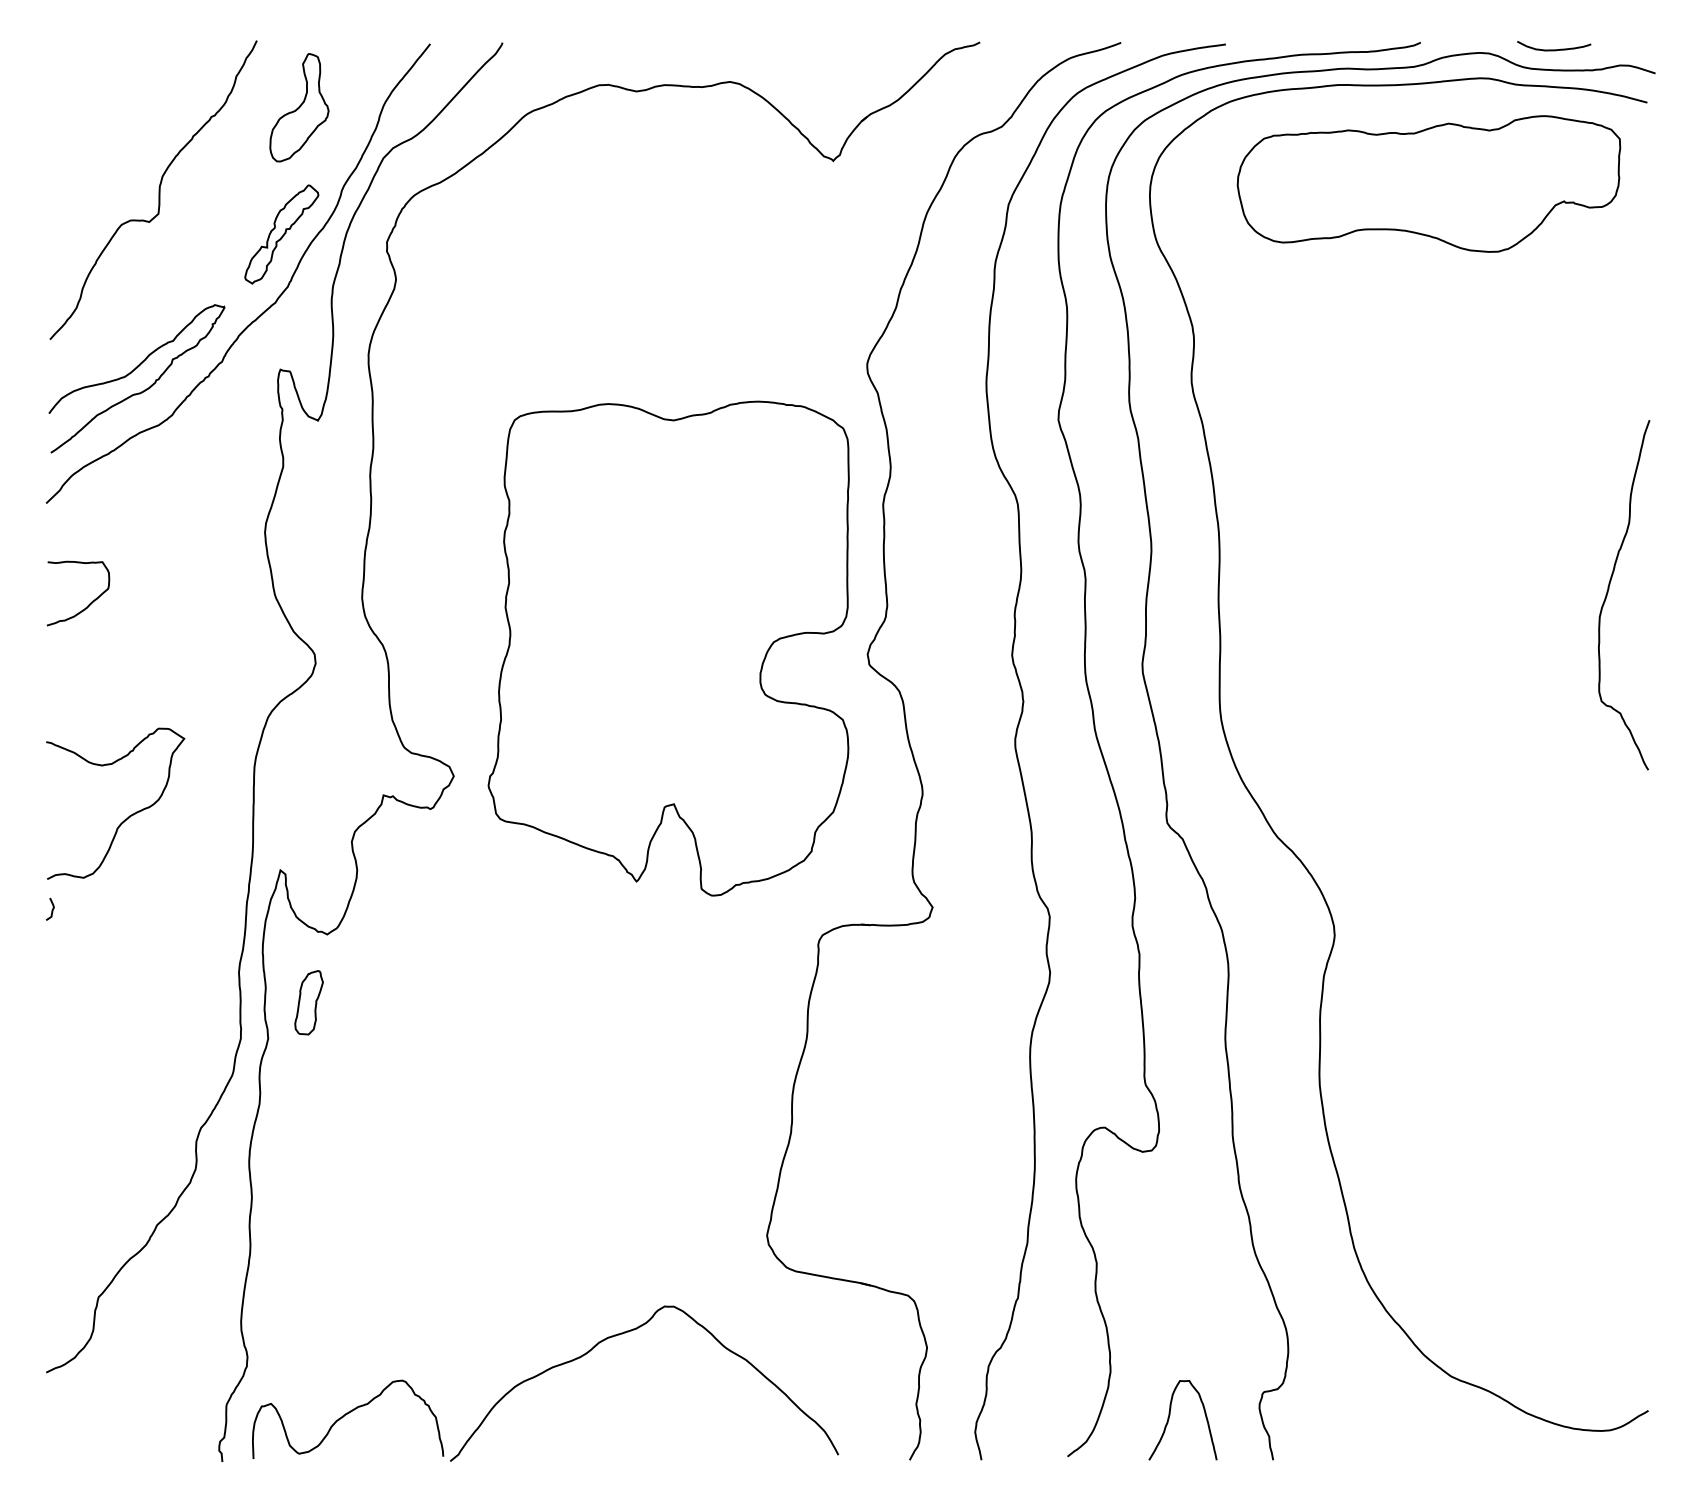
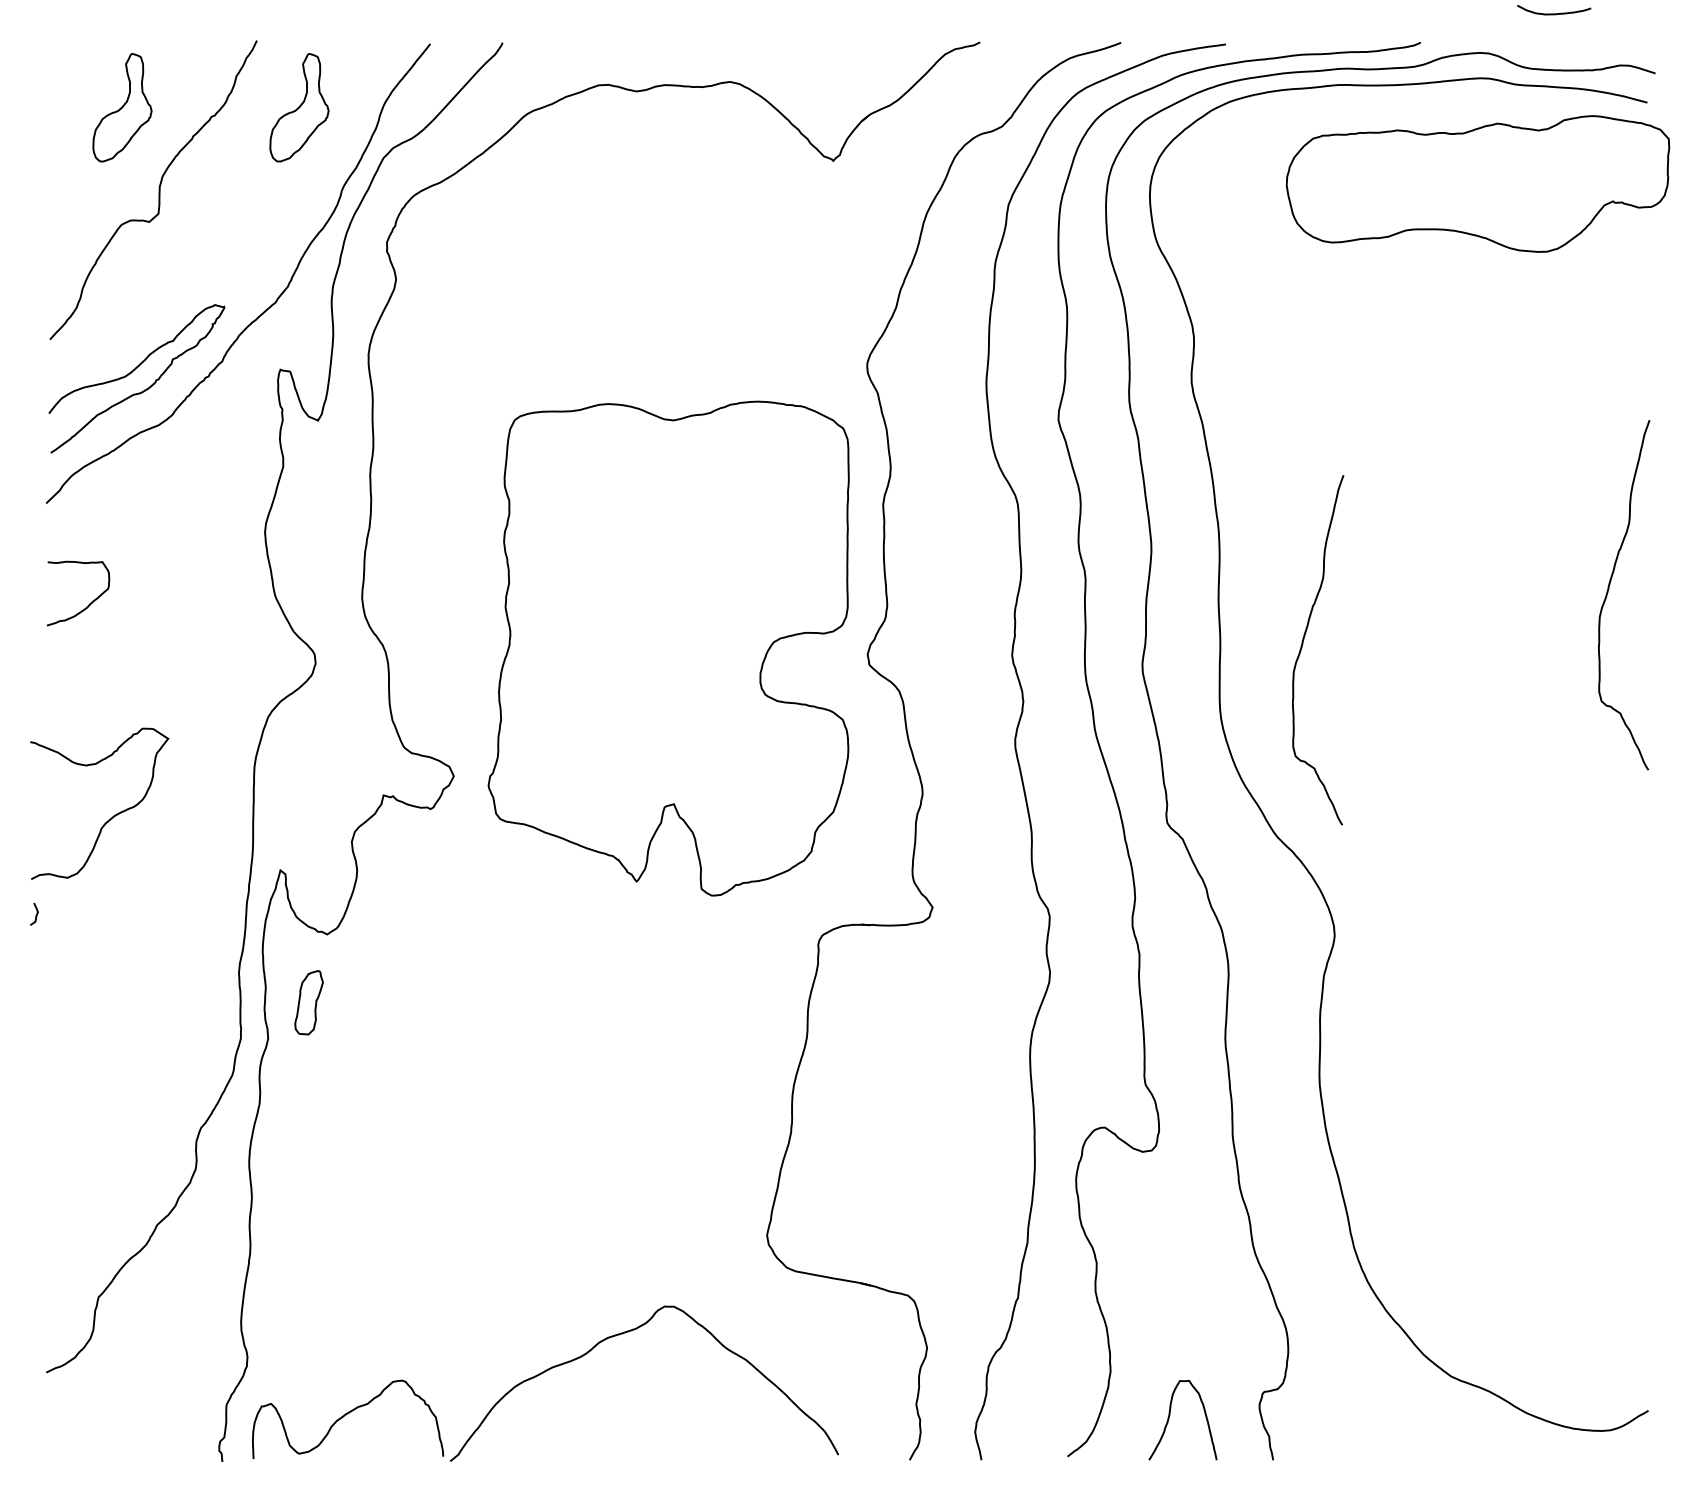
curve at (1554, 49) position: (1554, 49) -> (1554, 13)
part at (122, 107): none -> present
part at (1428, 183) position: (1428, 183) -> (1477, 183)
part at (281, 234): present -> none
curve at (1302, 648): none -> present
curve at (124, 819) position: (124, 819) -> (108, 819)
curve at (52, 908) position: (52, 908) -> (36, 913)
